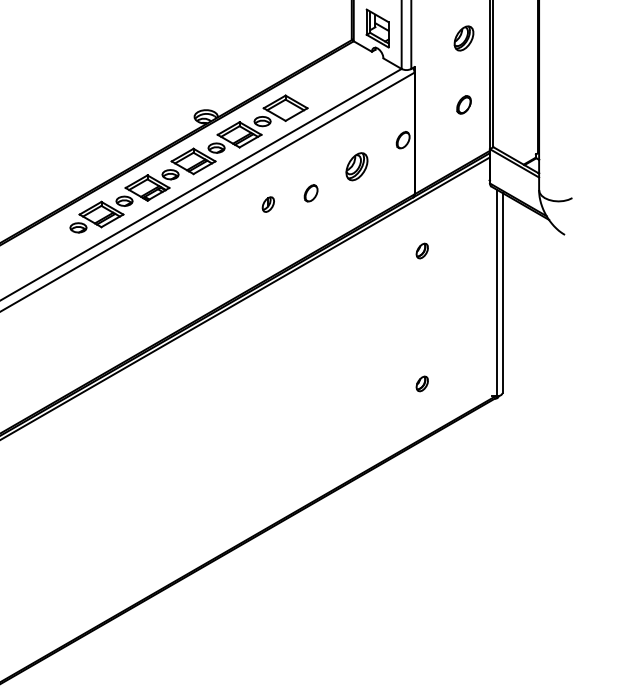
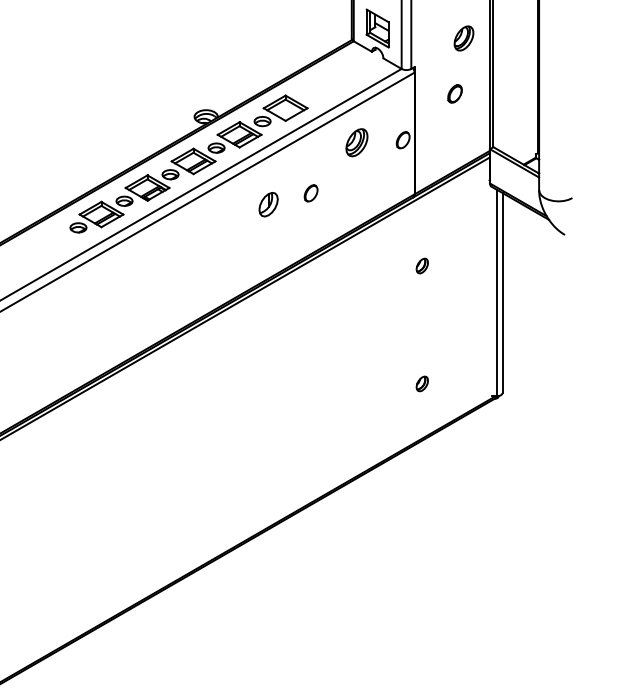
part at (463, 104) position: (463, 104) -> (454, 93)
part at (356, 166) position: (356, 166) -> (356, 142)
part at (267, 204) size: 14x17 px -> 21x26 px
part at (421, 250) position: (421, 250) -> (421, 265)
